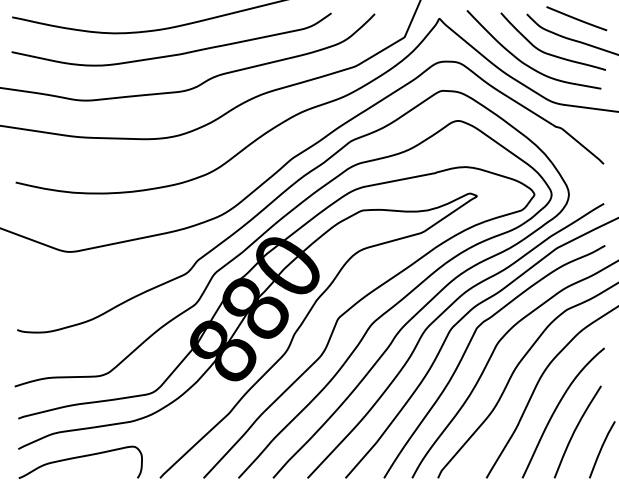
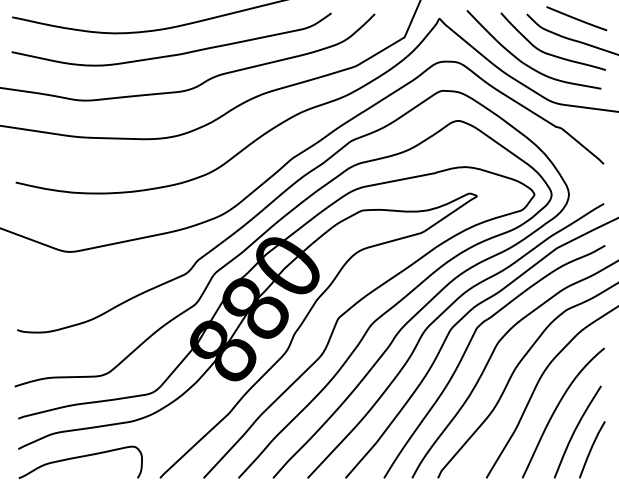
line at (602, 448) position: (602, 448) -> (592, 448)
